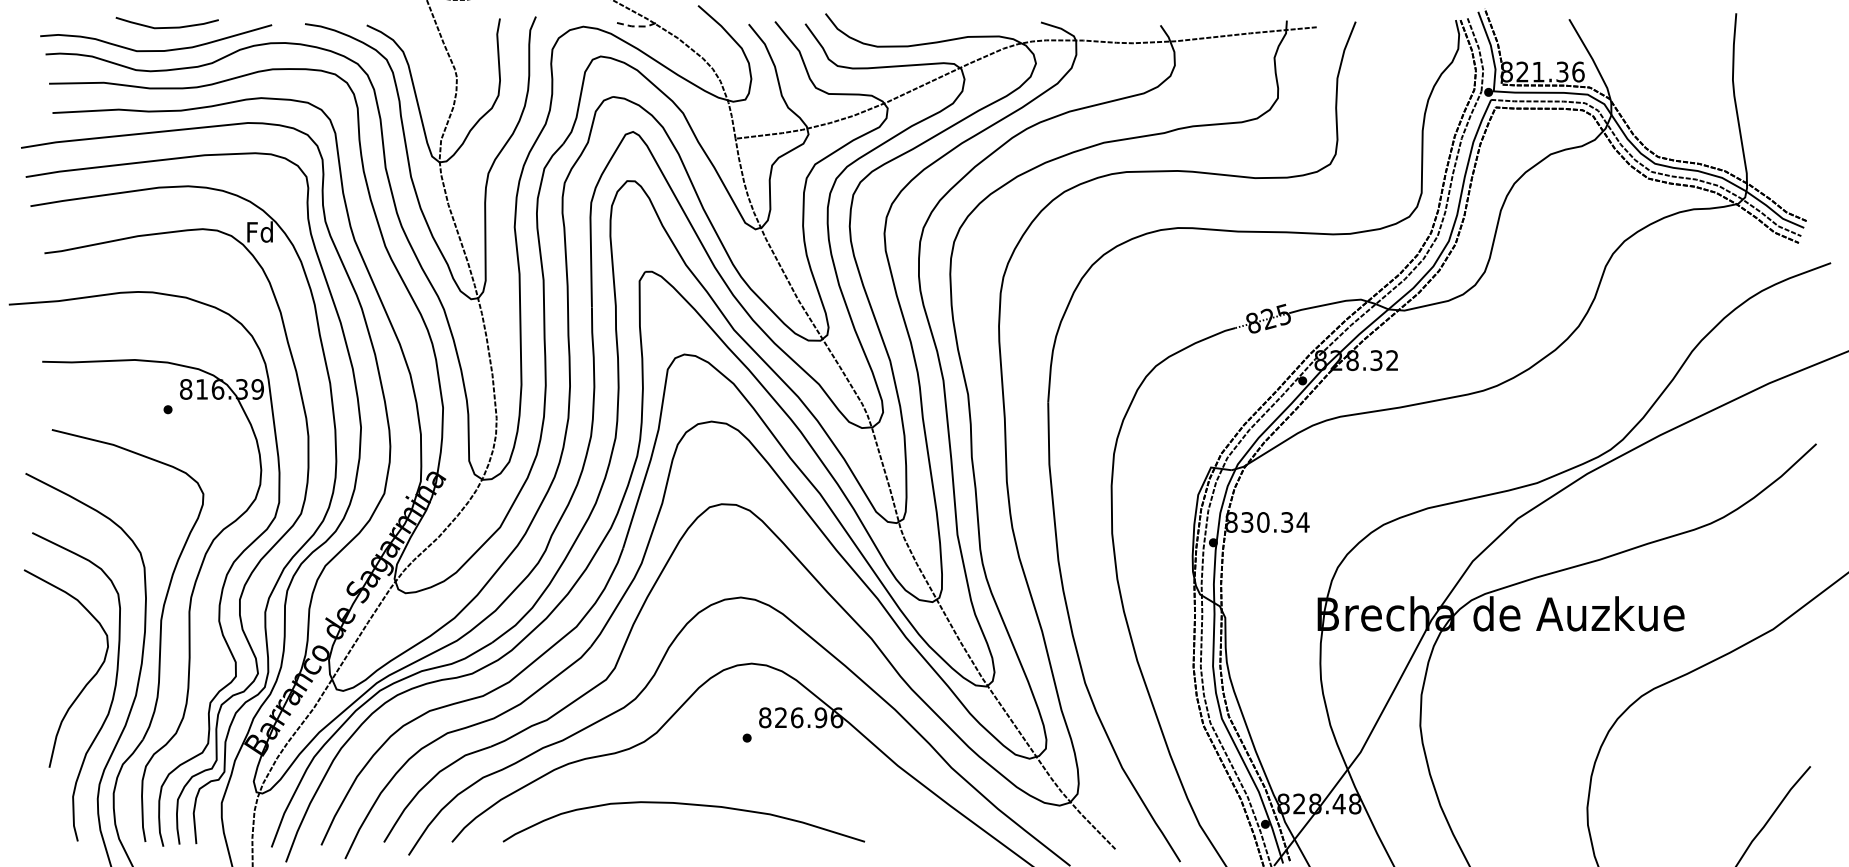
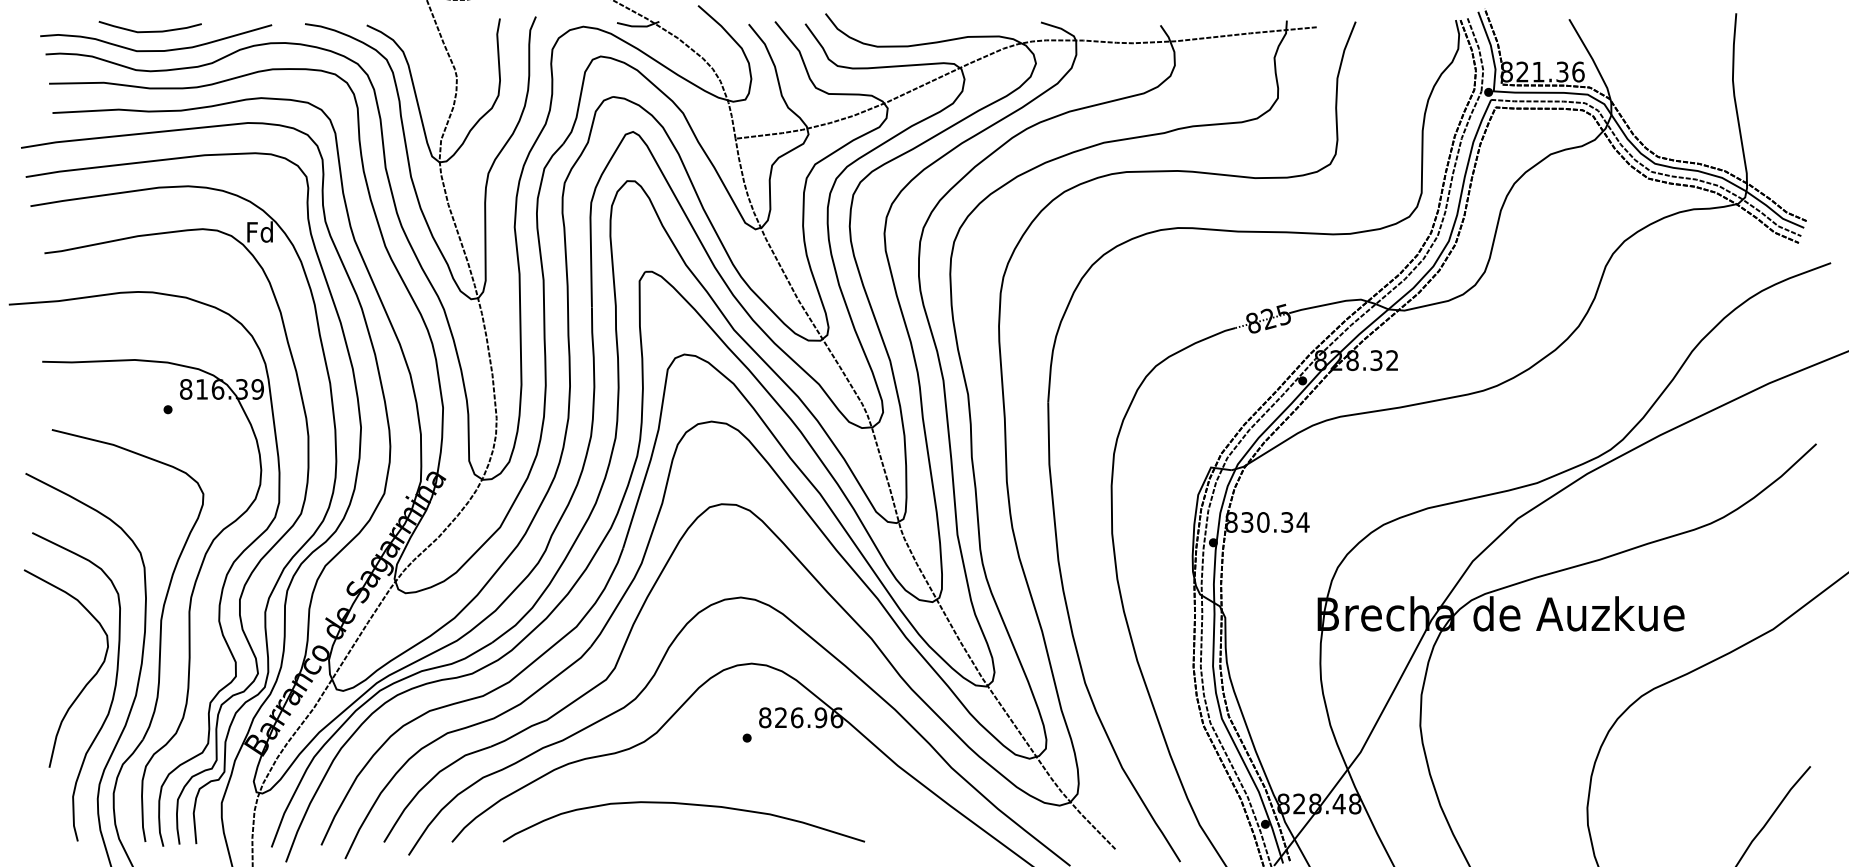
line at (638, 26): dashed -> solid
curve at (166, 27) position: (166, 27) -> (149, 31)
